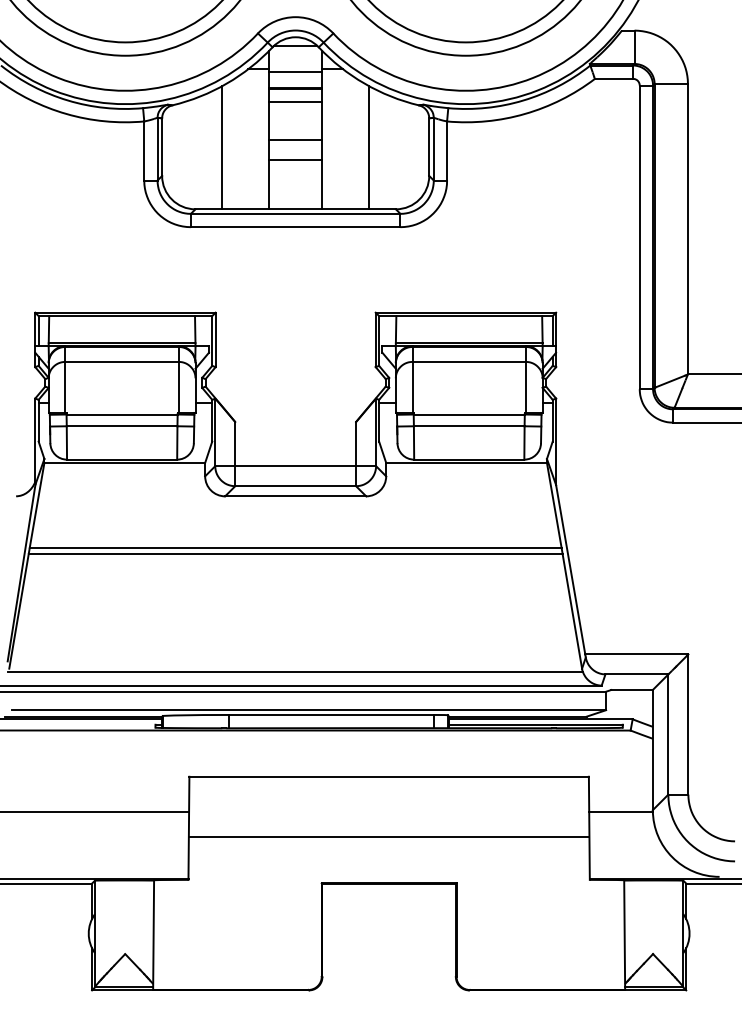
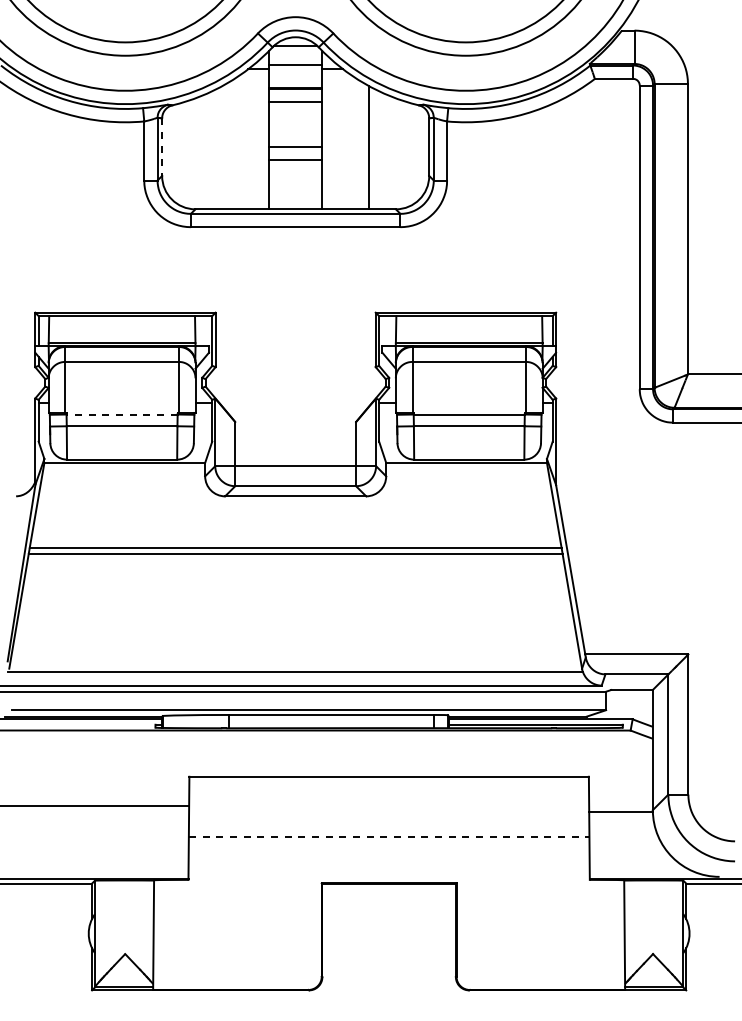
line at (295, 72) position: (295, 72) -> (295, 65)
line at (295, 140) position: (295, 140) -> (295, 147)
line at (162, 147): solid -> dashed
line at (222, 147): present -> none
line at (122, 414): solid -> dashed
line at (95, 812) position: (95, 812) -> (95, 806)
line at (389, 836): solid -> dashed
